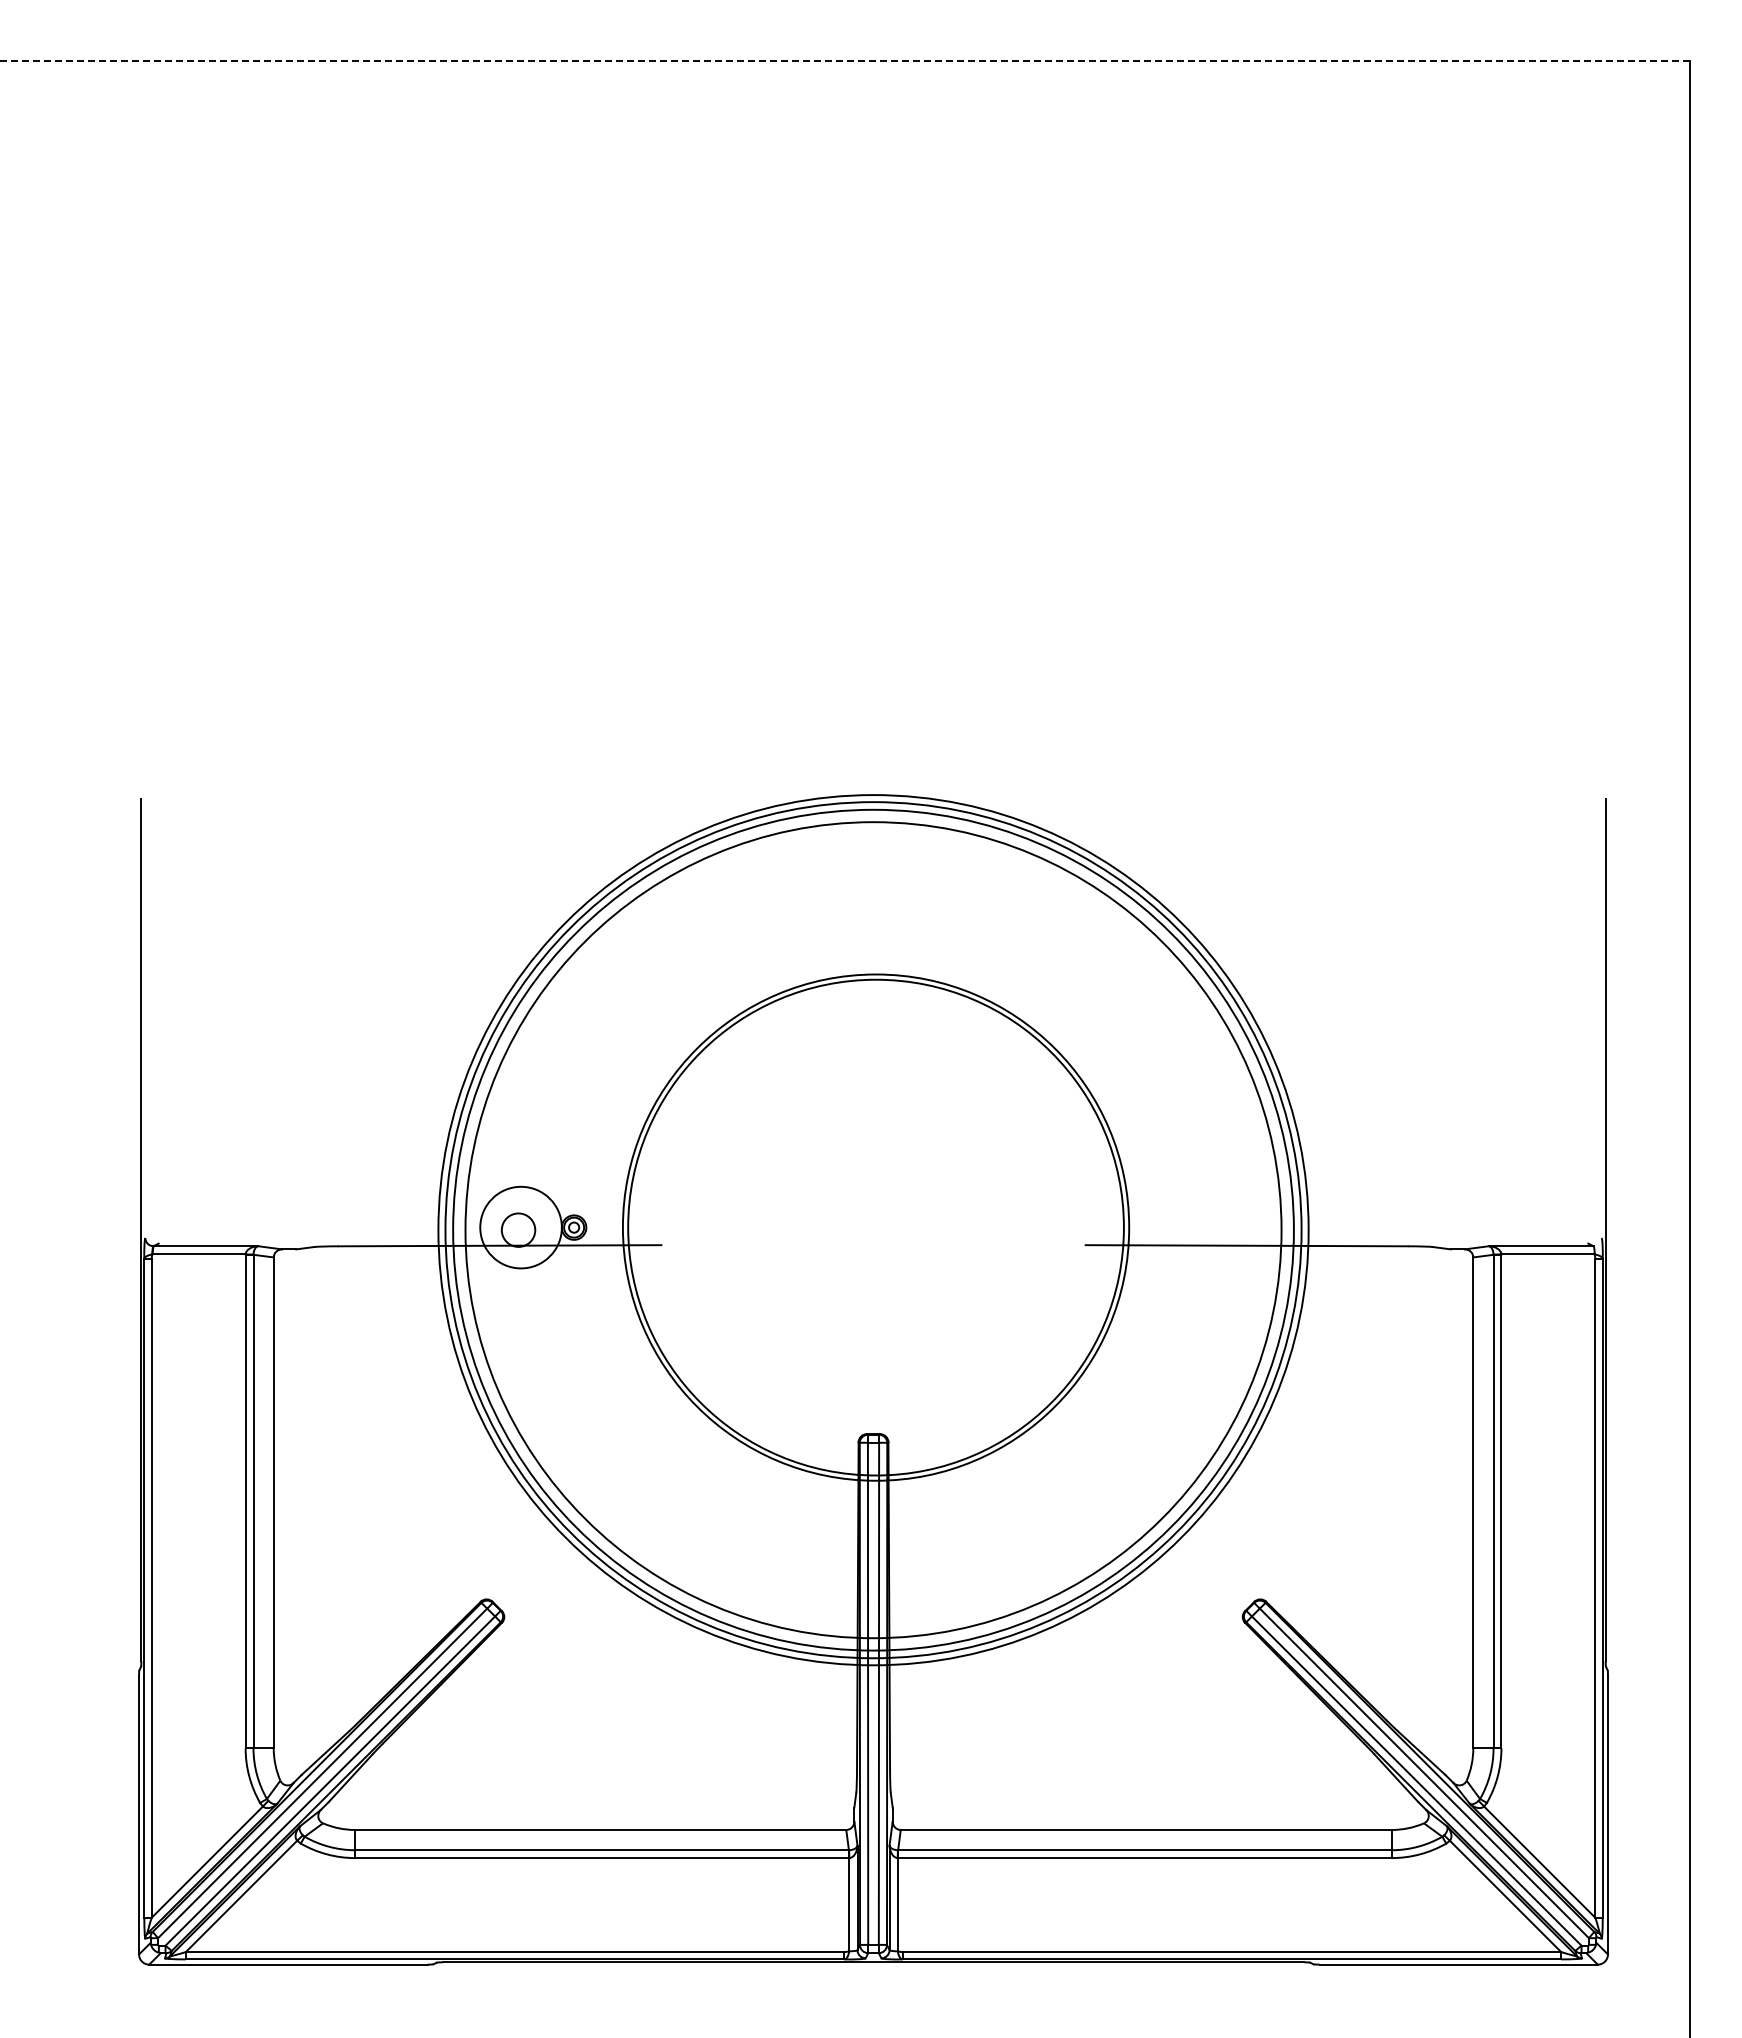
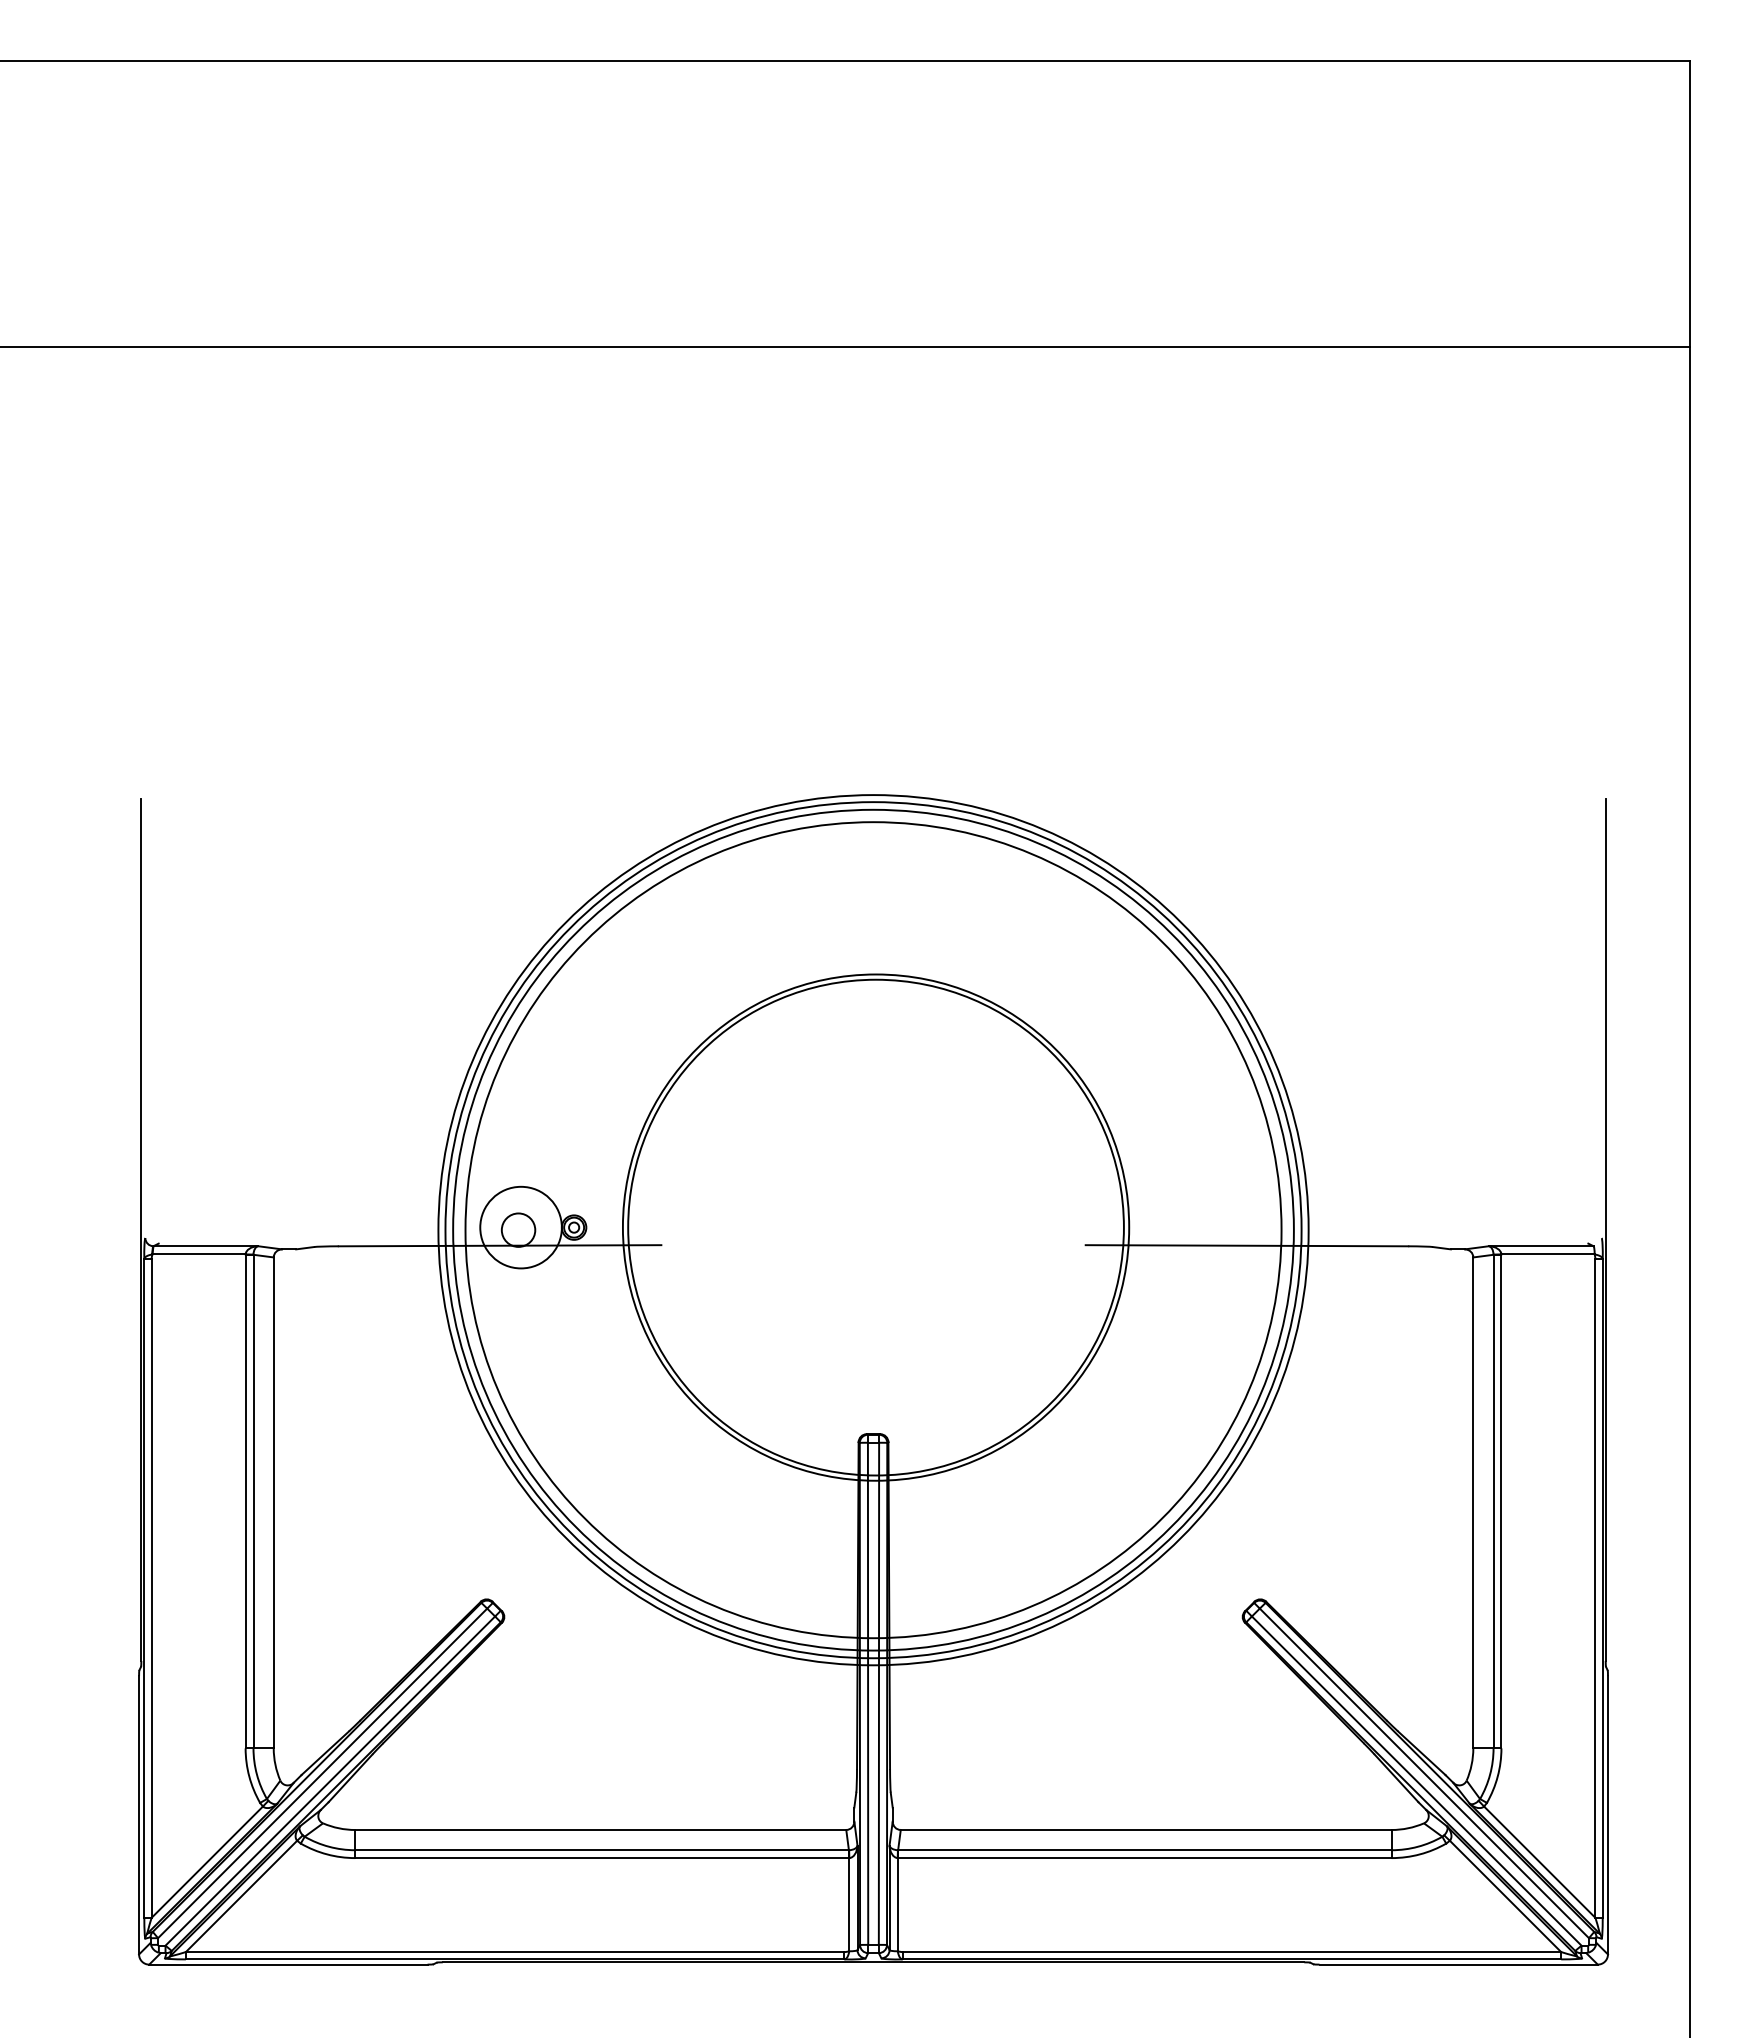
line at (844, 61): dashed -> solid
line at (845, 346): none -> present
